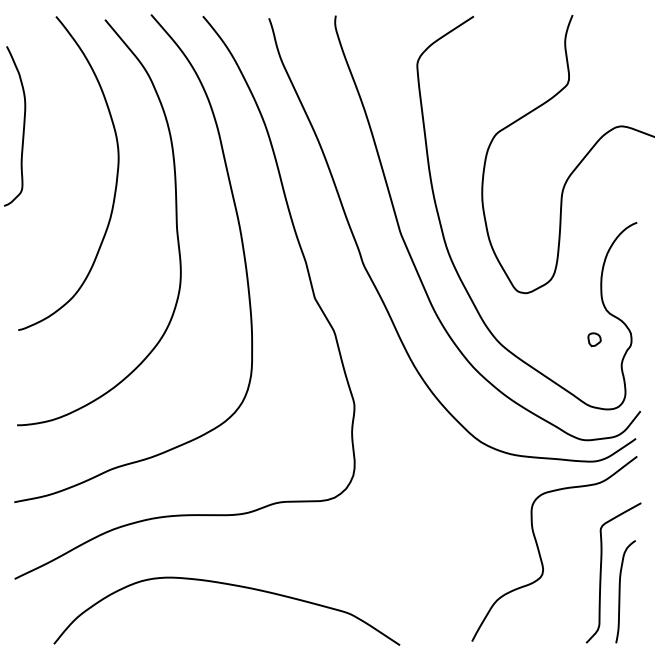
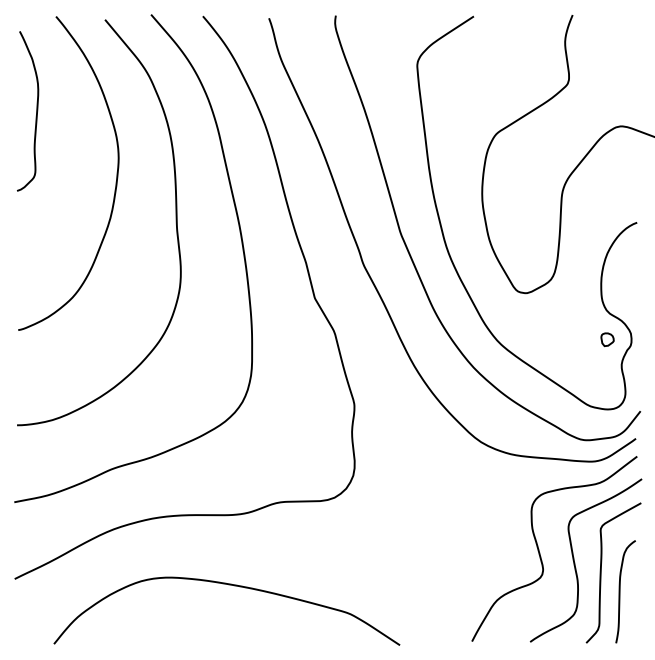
curve at (23, 126) position: (23, 126) -> (36, 111)
part at (594, 339) position: (594, 339) -> (607, 339)
curve at (575, 562): none -> present
